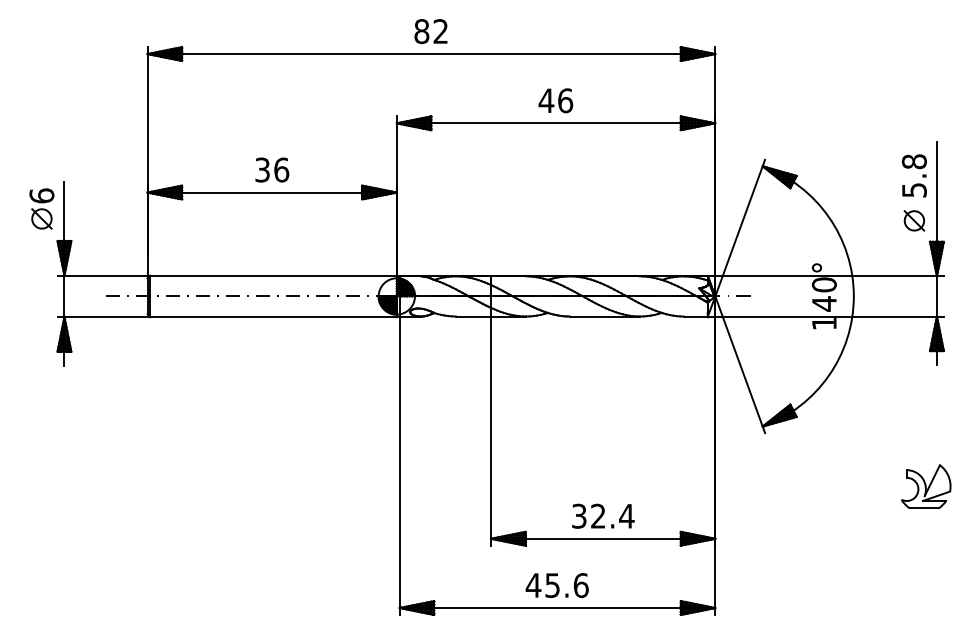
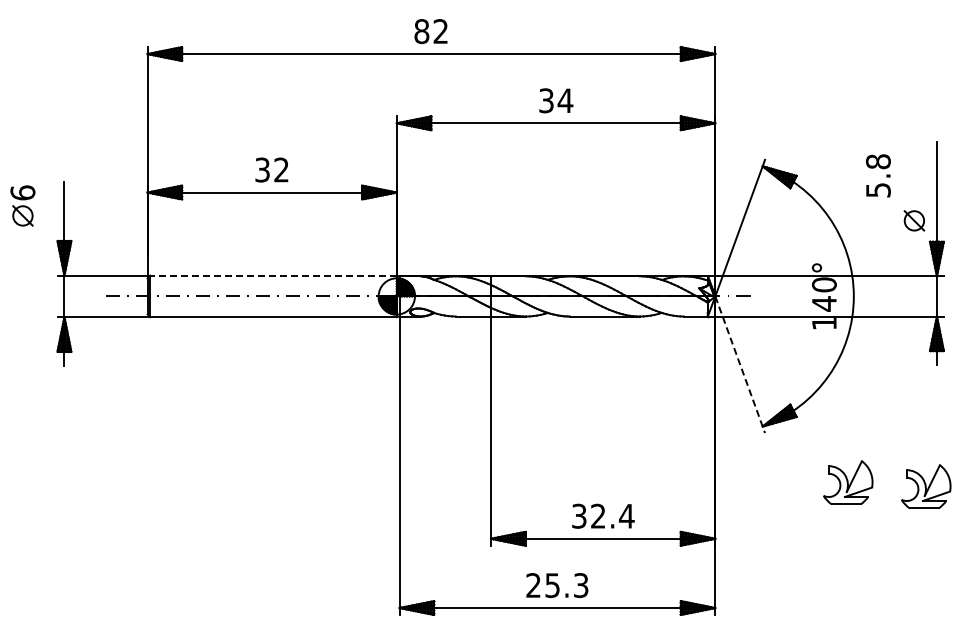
text at (555, 100): 46 -> 34
text at (281, 169): 36 -> 32
text at (914, 175) position: (914, 175) -> (878, 175)
part at (41, 208) position: (41, 208) -> (22, 205)
line at (273, 275): solid -> dashed
line at (740, 364): solid -> dashed
part at (848, 482): none -> present
text at (556, 585): 45.6 -> 25.3
